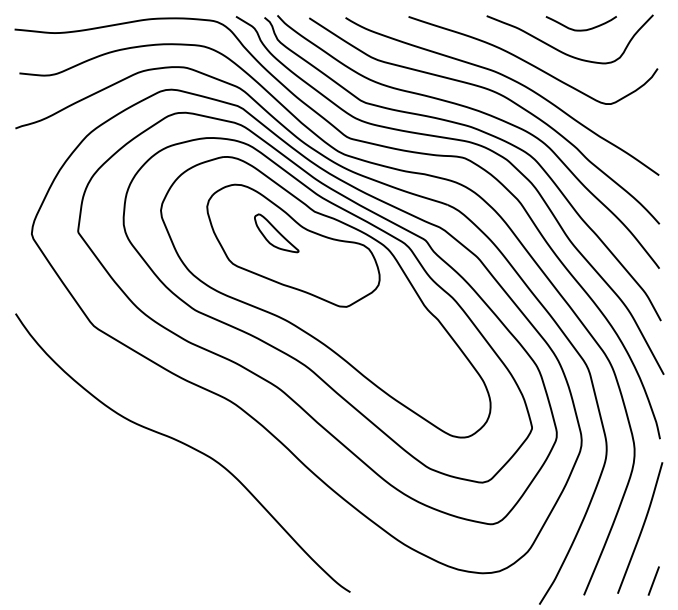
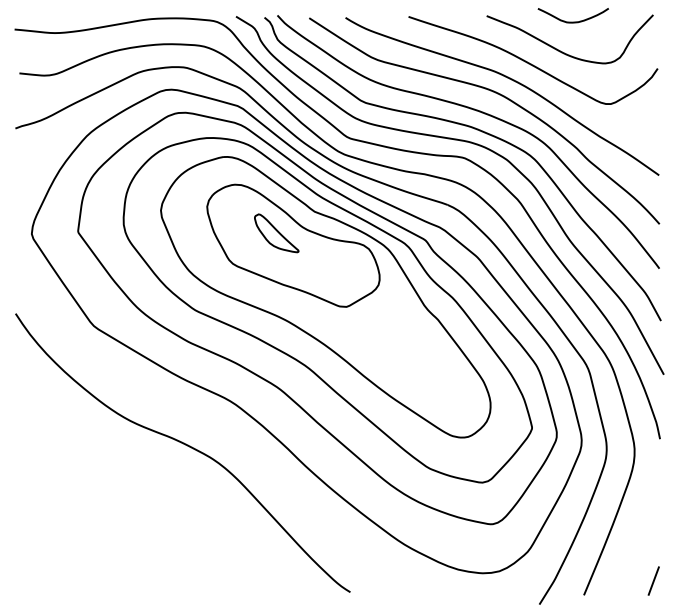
curve at (580, 29) position: (580, 29) -> (572, 21)
curve at (641, 527): present -> none
